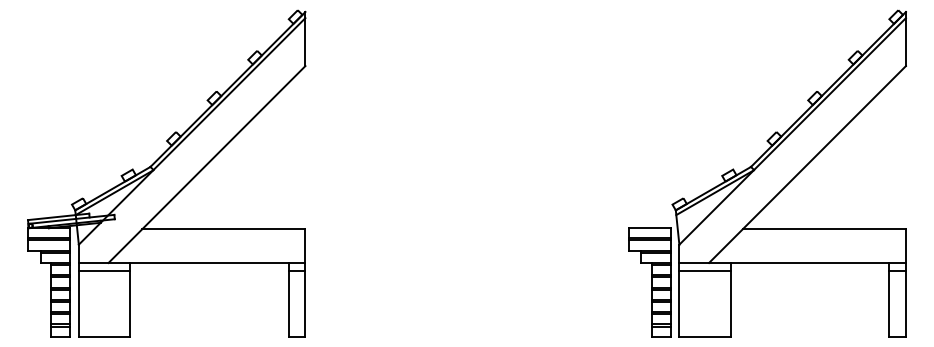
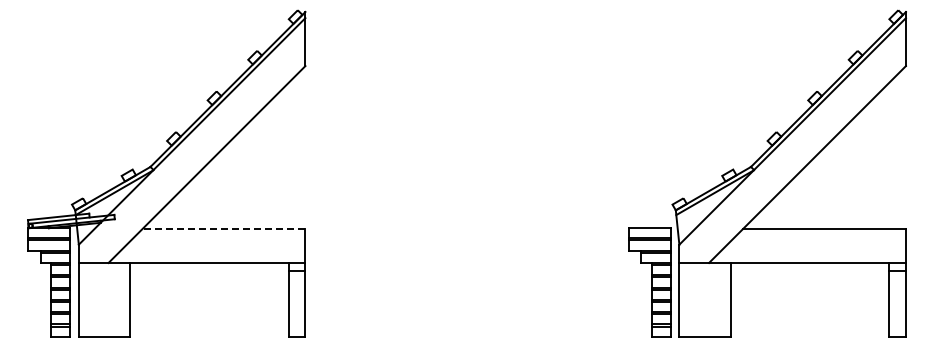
line at (223, 229): solid -> dashed
line at (104, 270): present -> none
line at (704, 270): present -> none
